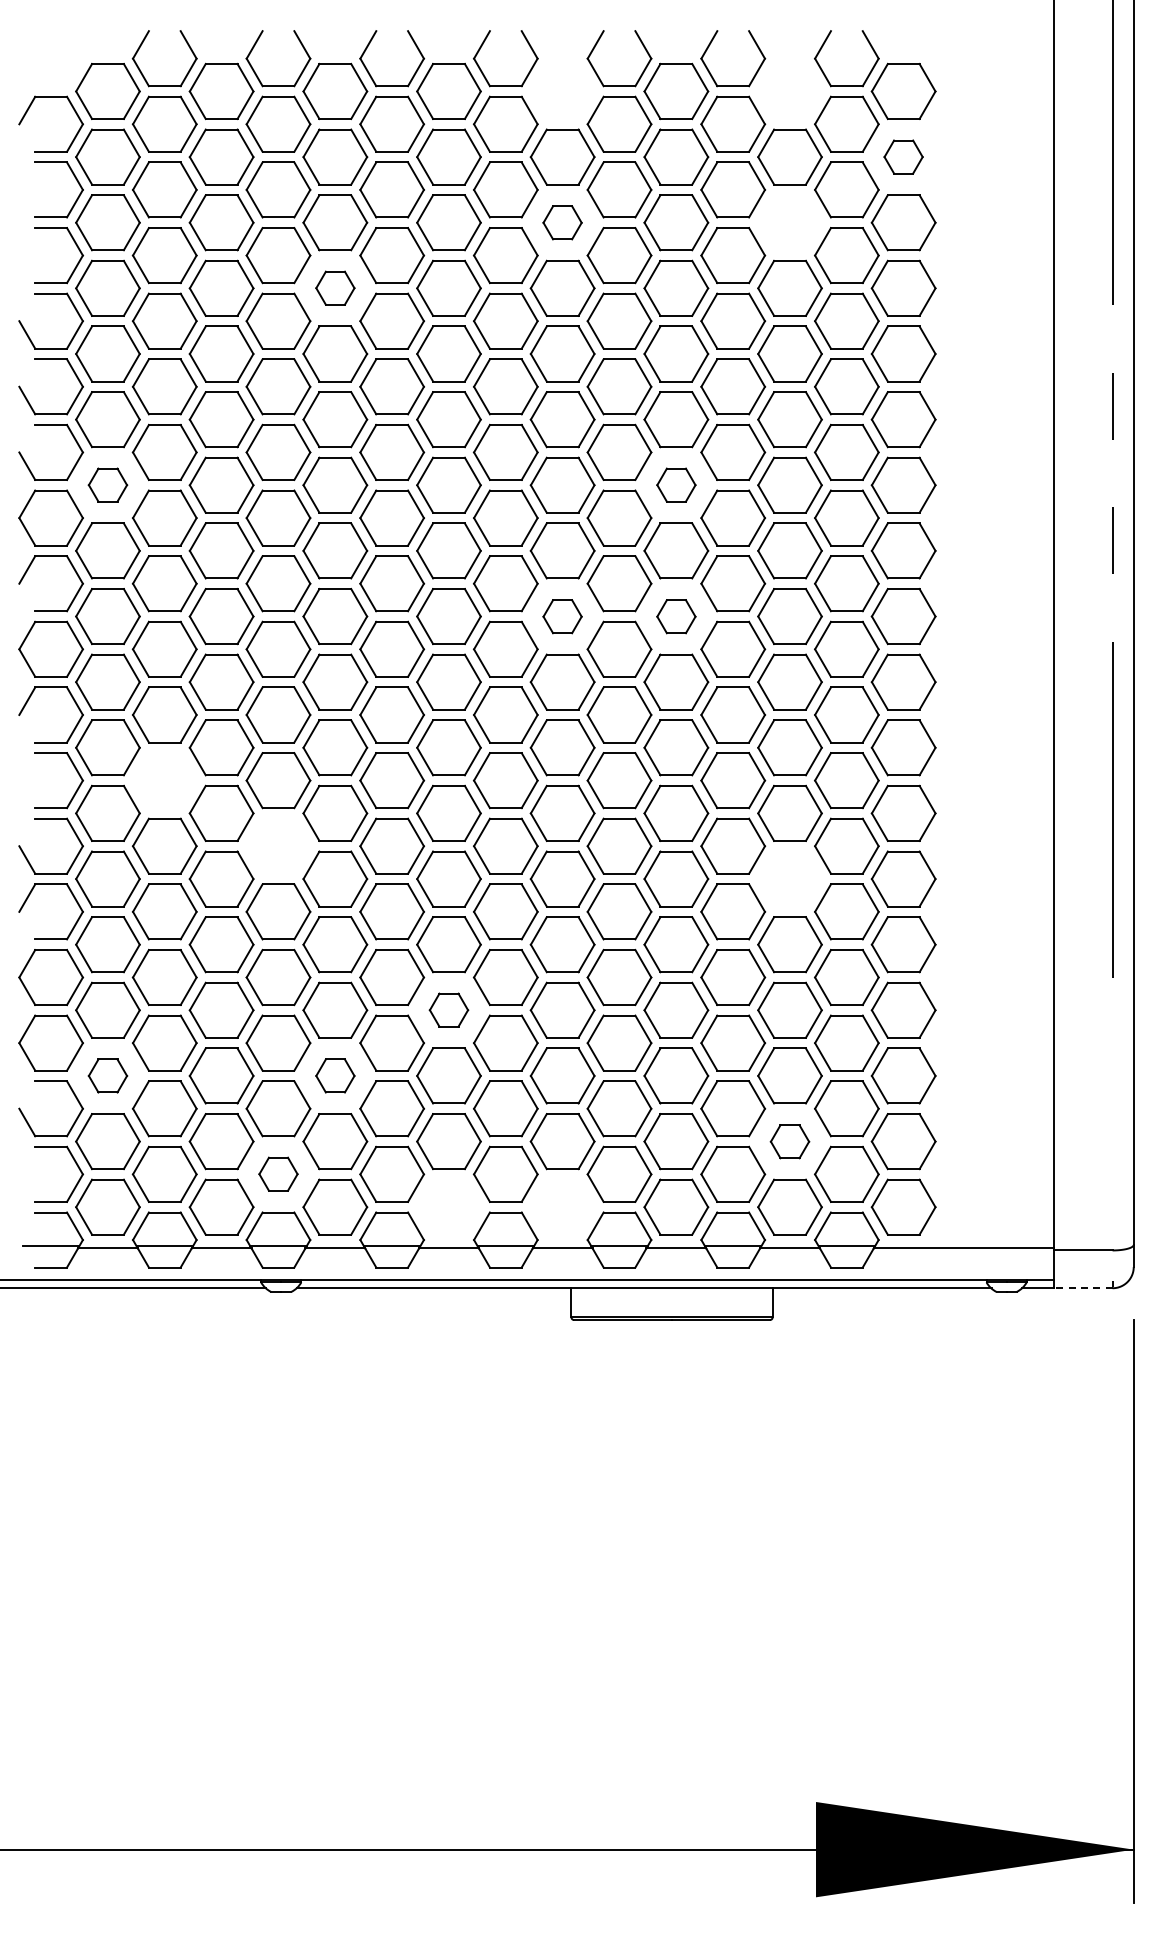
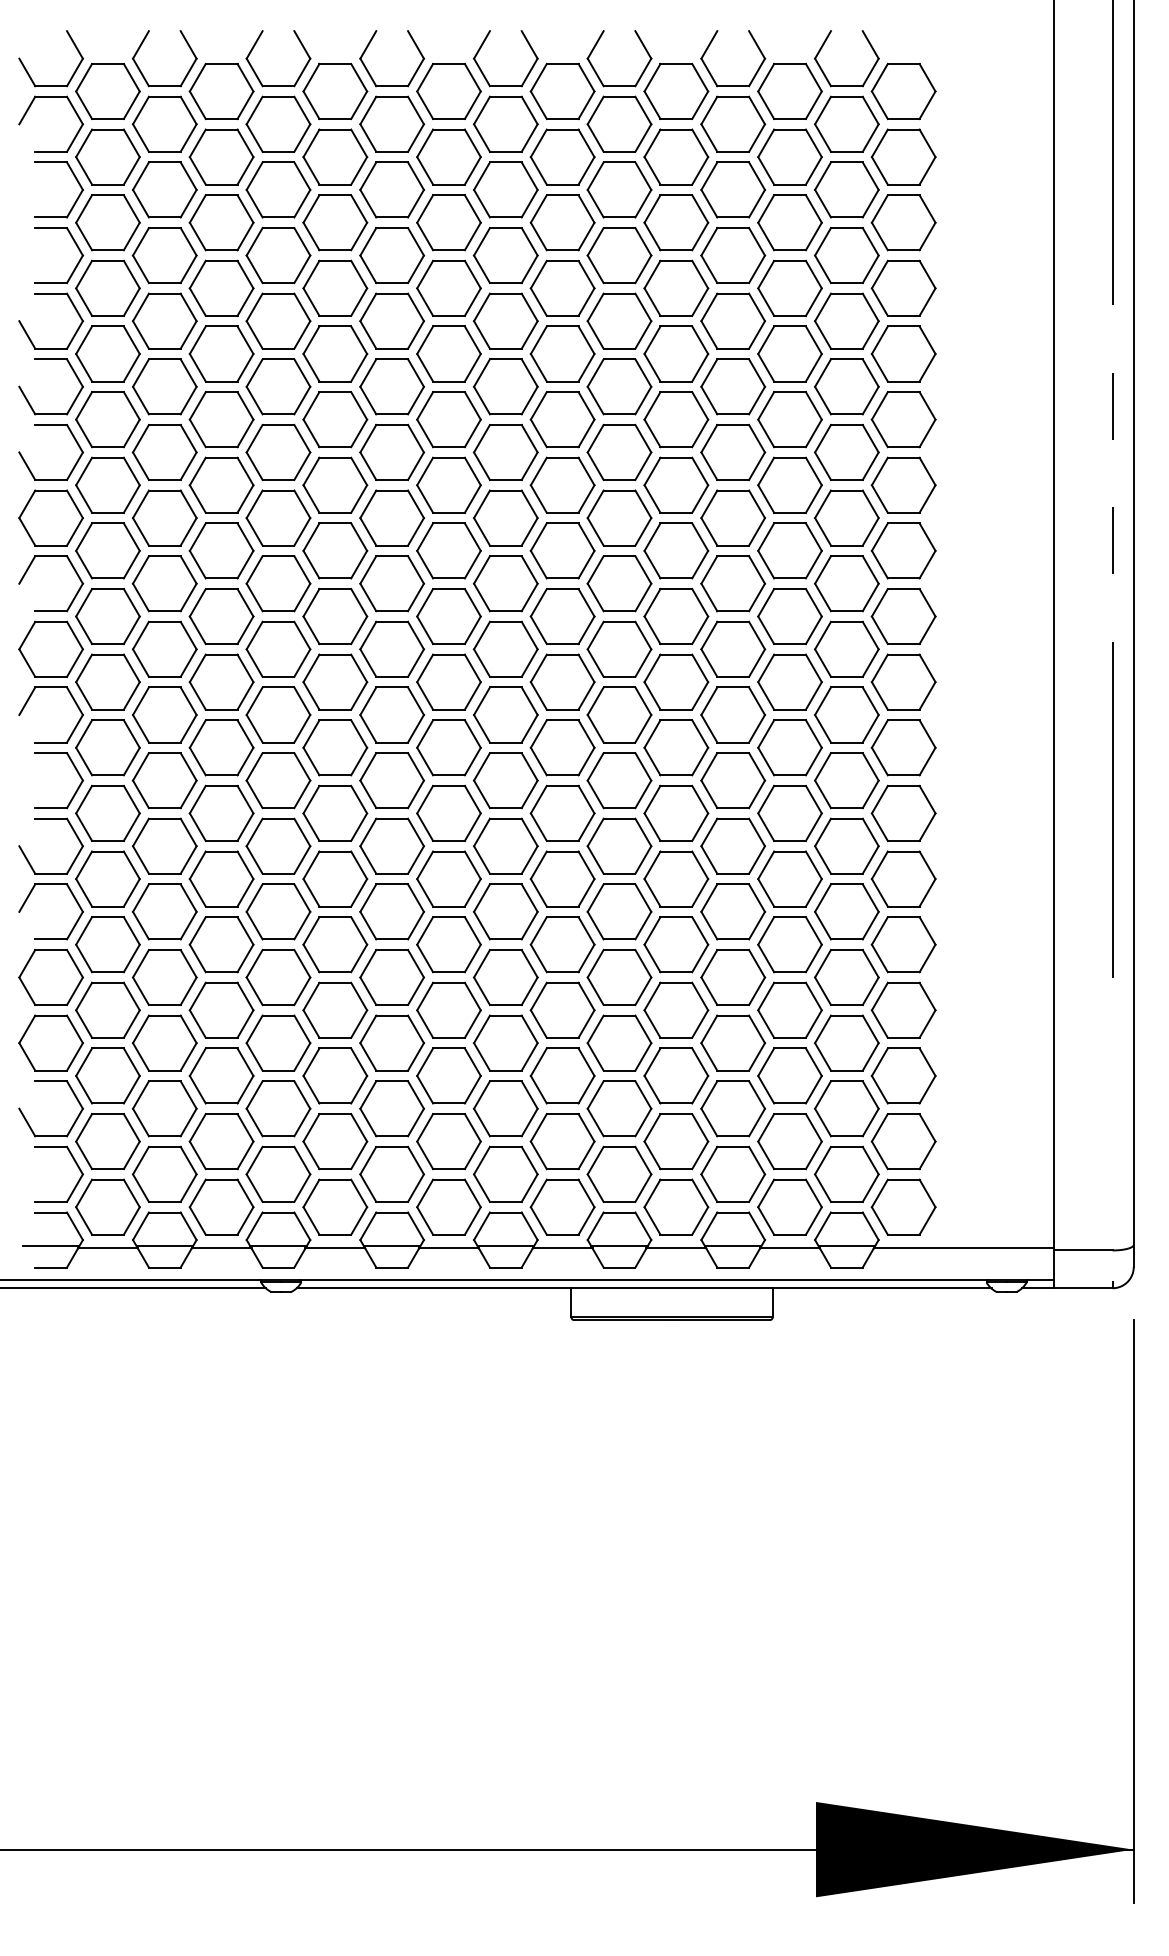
part at (27, 70): none -> present
part at (562, 90): none -> present
part at (789, 91): none -> present
part at (903, 156) size: 41x36 px -> 67x58 px
part at (562, 222) size: 41x36 px -> 67x58 px
part at (789, 222): none -> present
part at (335, 287) size: 41x36 px -> 67x58 px
part at (107, 484) size: 42x36 px -> 66x58 px
part at (676, 484) size: 41x36 px -> 67x58 px
part at (562, 616) size: 41x36 px -> 67x58 px
part at (676, 616) size: 41x36 px -> 67x58 px
part at (164, 780): none -> present
part at (278, 845): none -> present
part at (789, 878): none -> present
part at (448, 1009) size: 42x36 px -> 66x58 px
part at (107, 1075) size: 42x36 px -> 66x58 px
part at (335, 1075) size: 41x36 px -> 67x58 px
part at (789, 1141) size: 42x36 px -> 66x58 px
part at (278, 1173) size: 41x36 px -> 67x58 px
part at (448, 1206): none -> present
part at (562, 1206): none -> present
line at (1082, 1288): dashed -> solid
